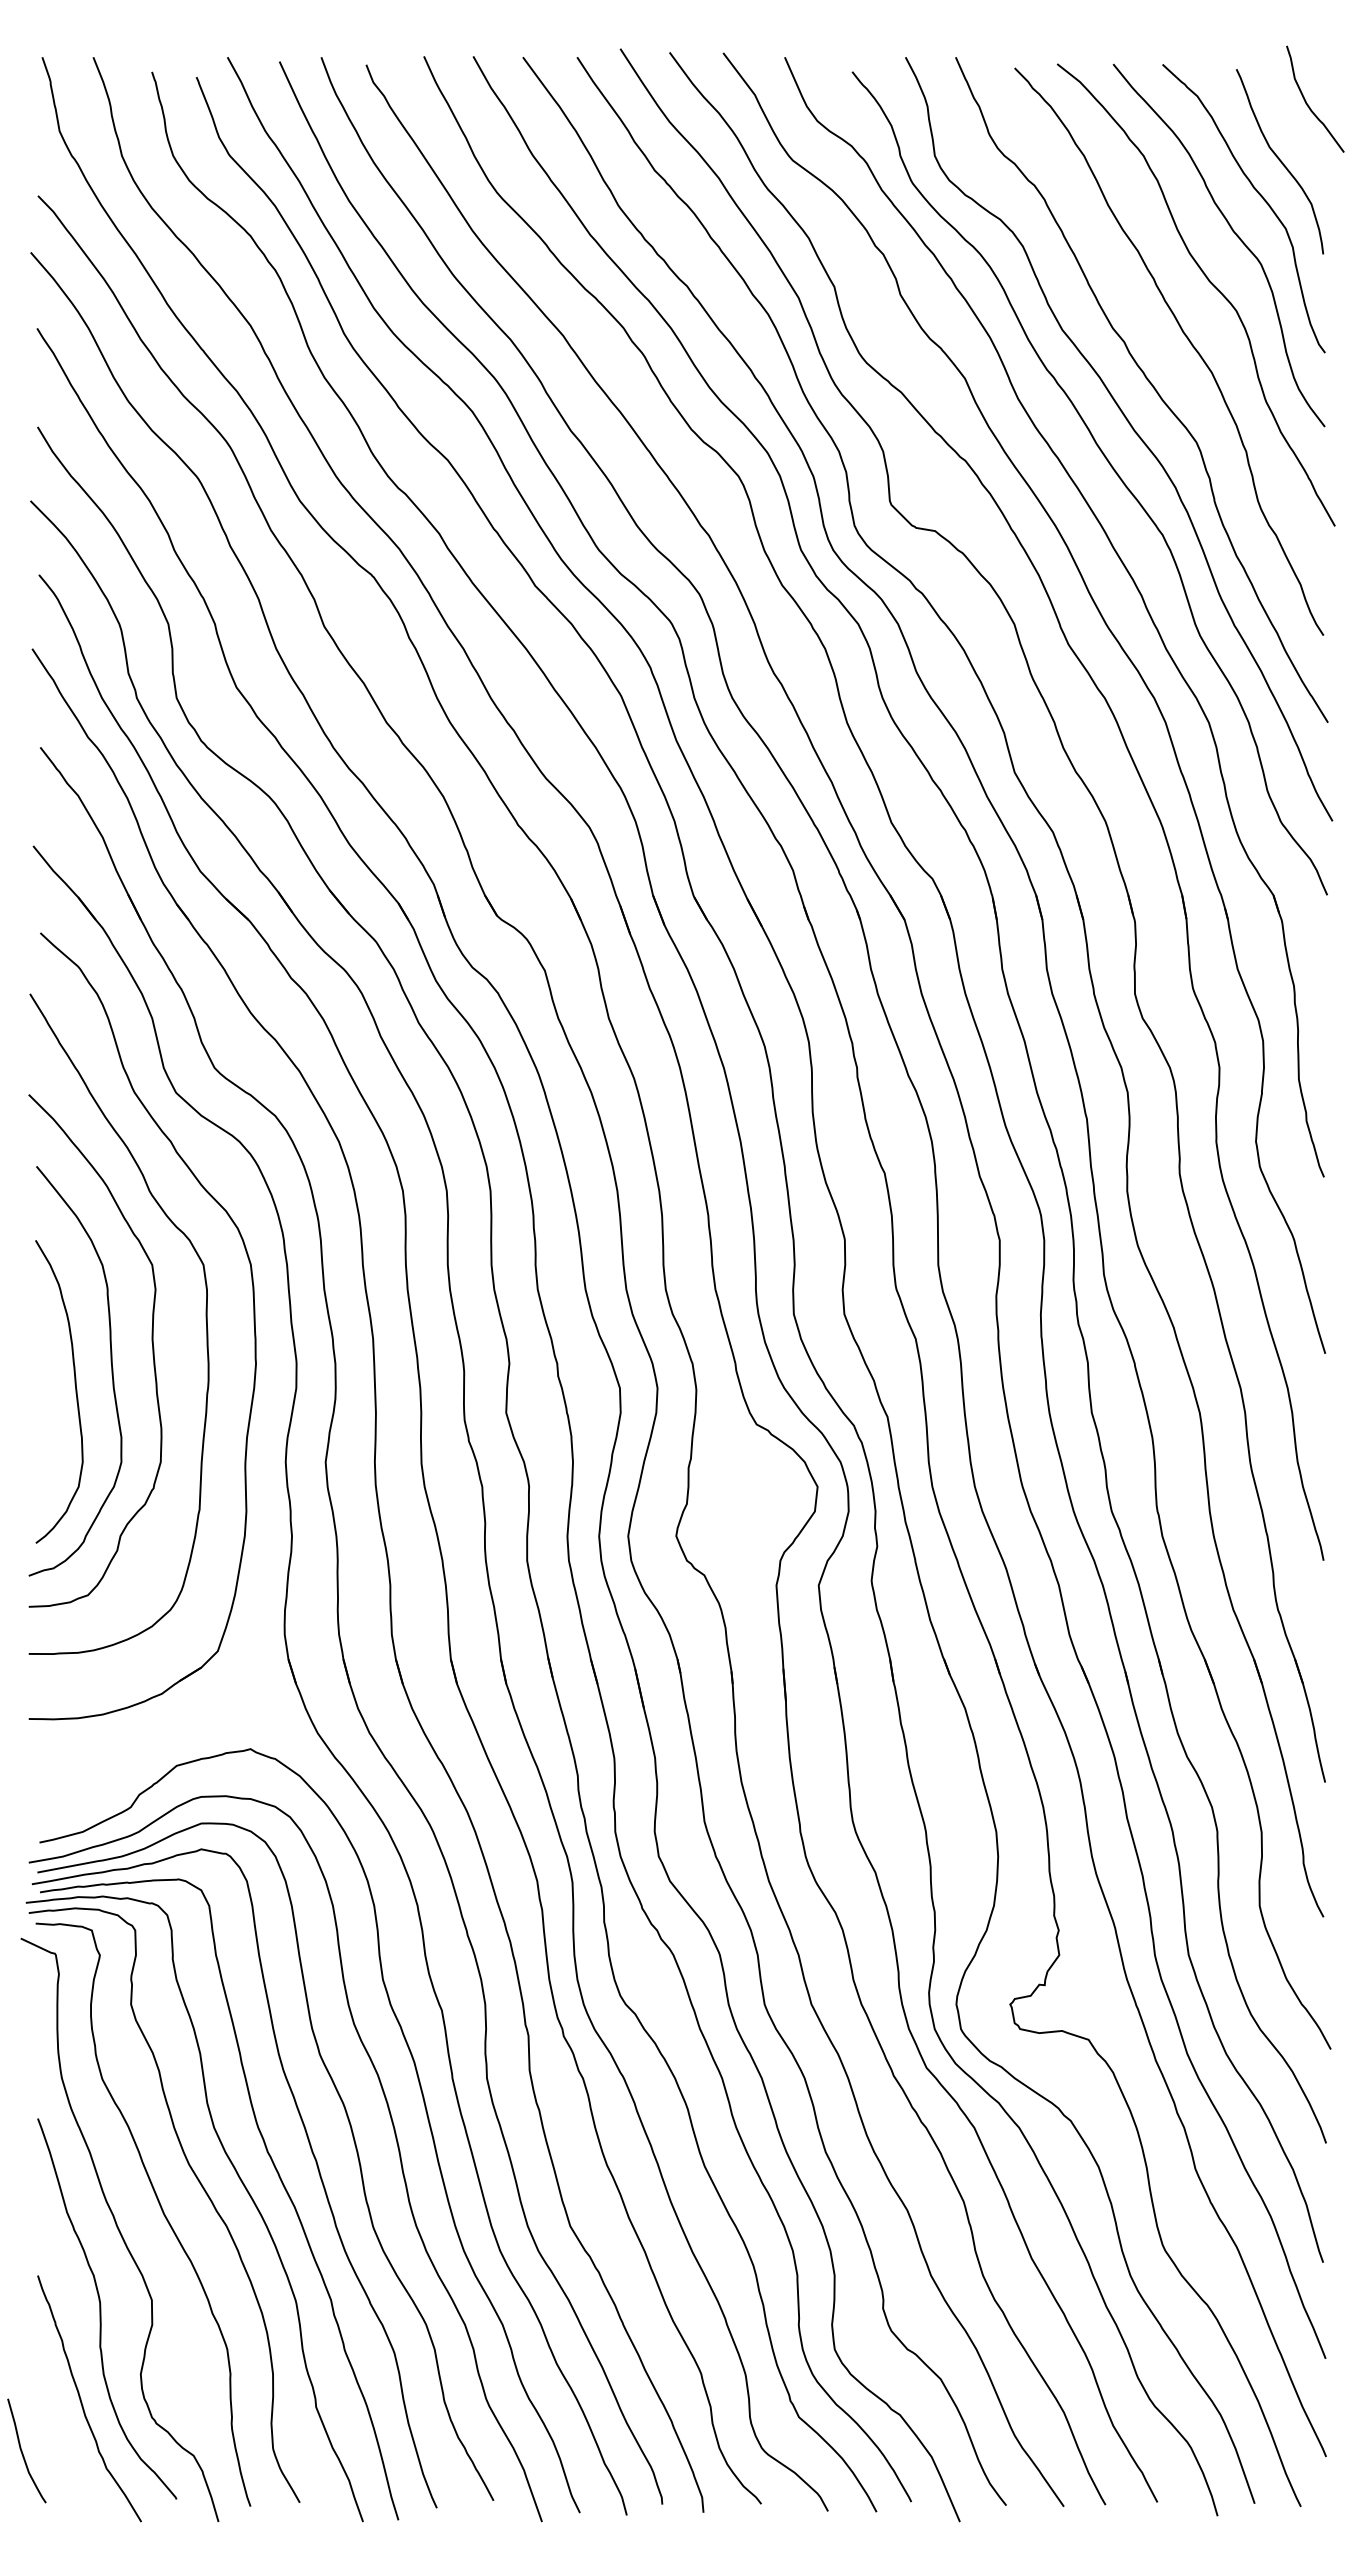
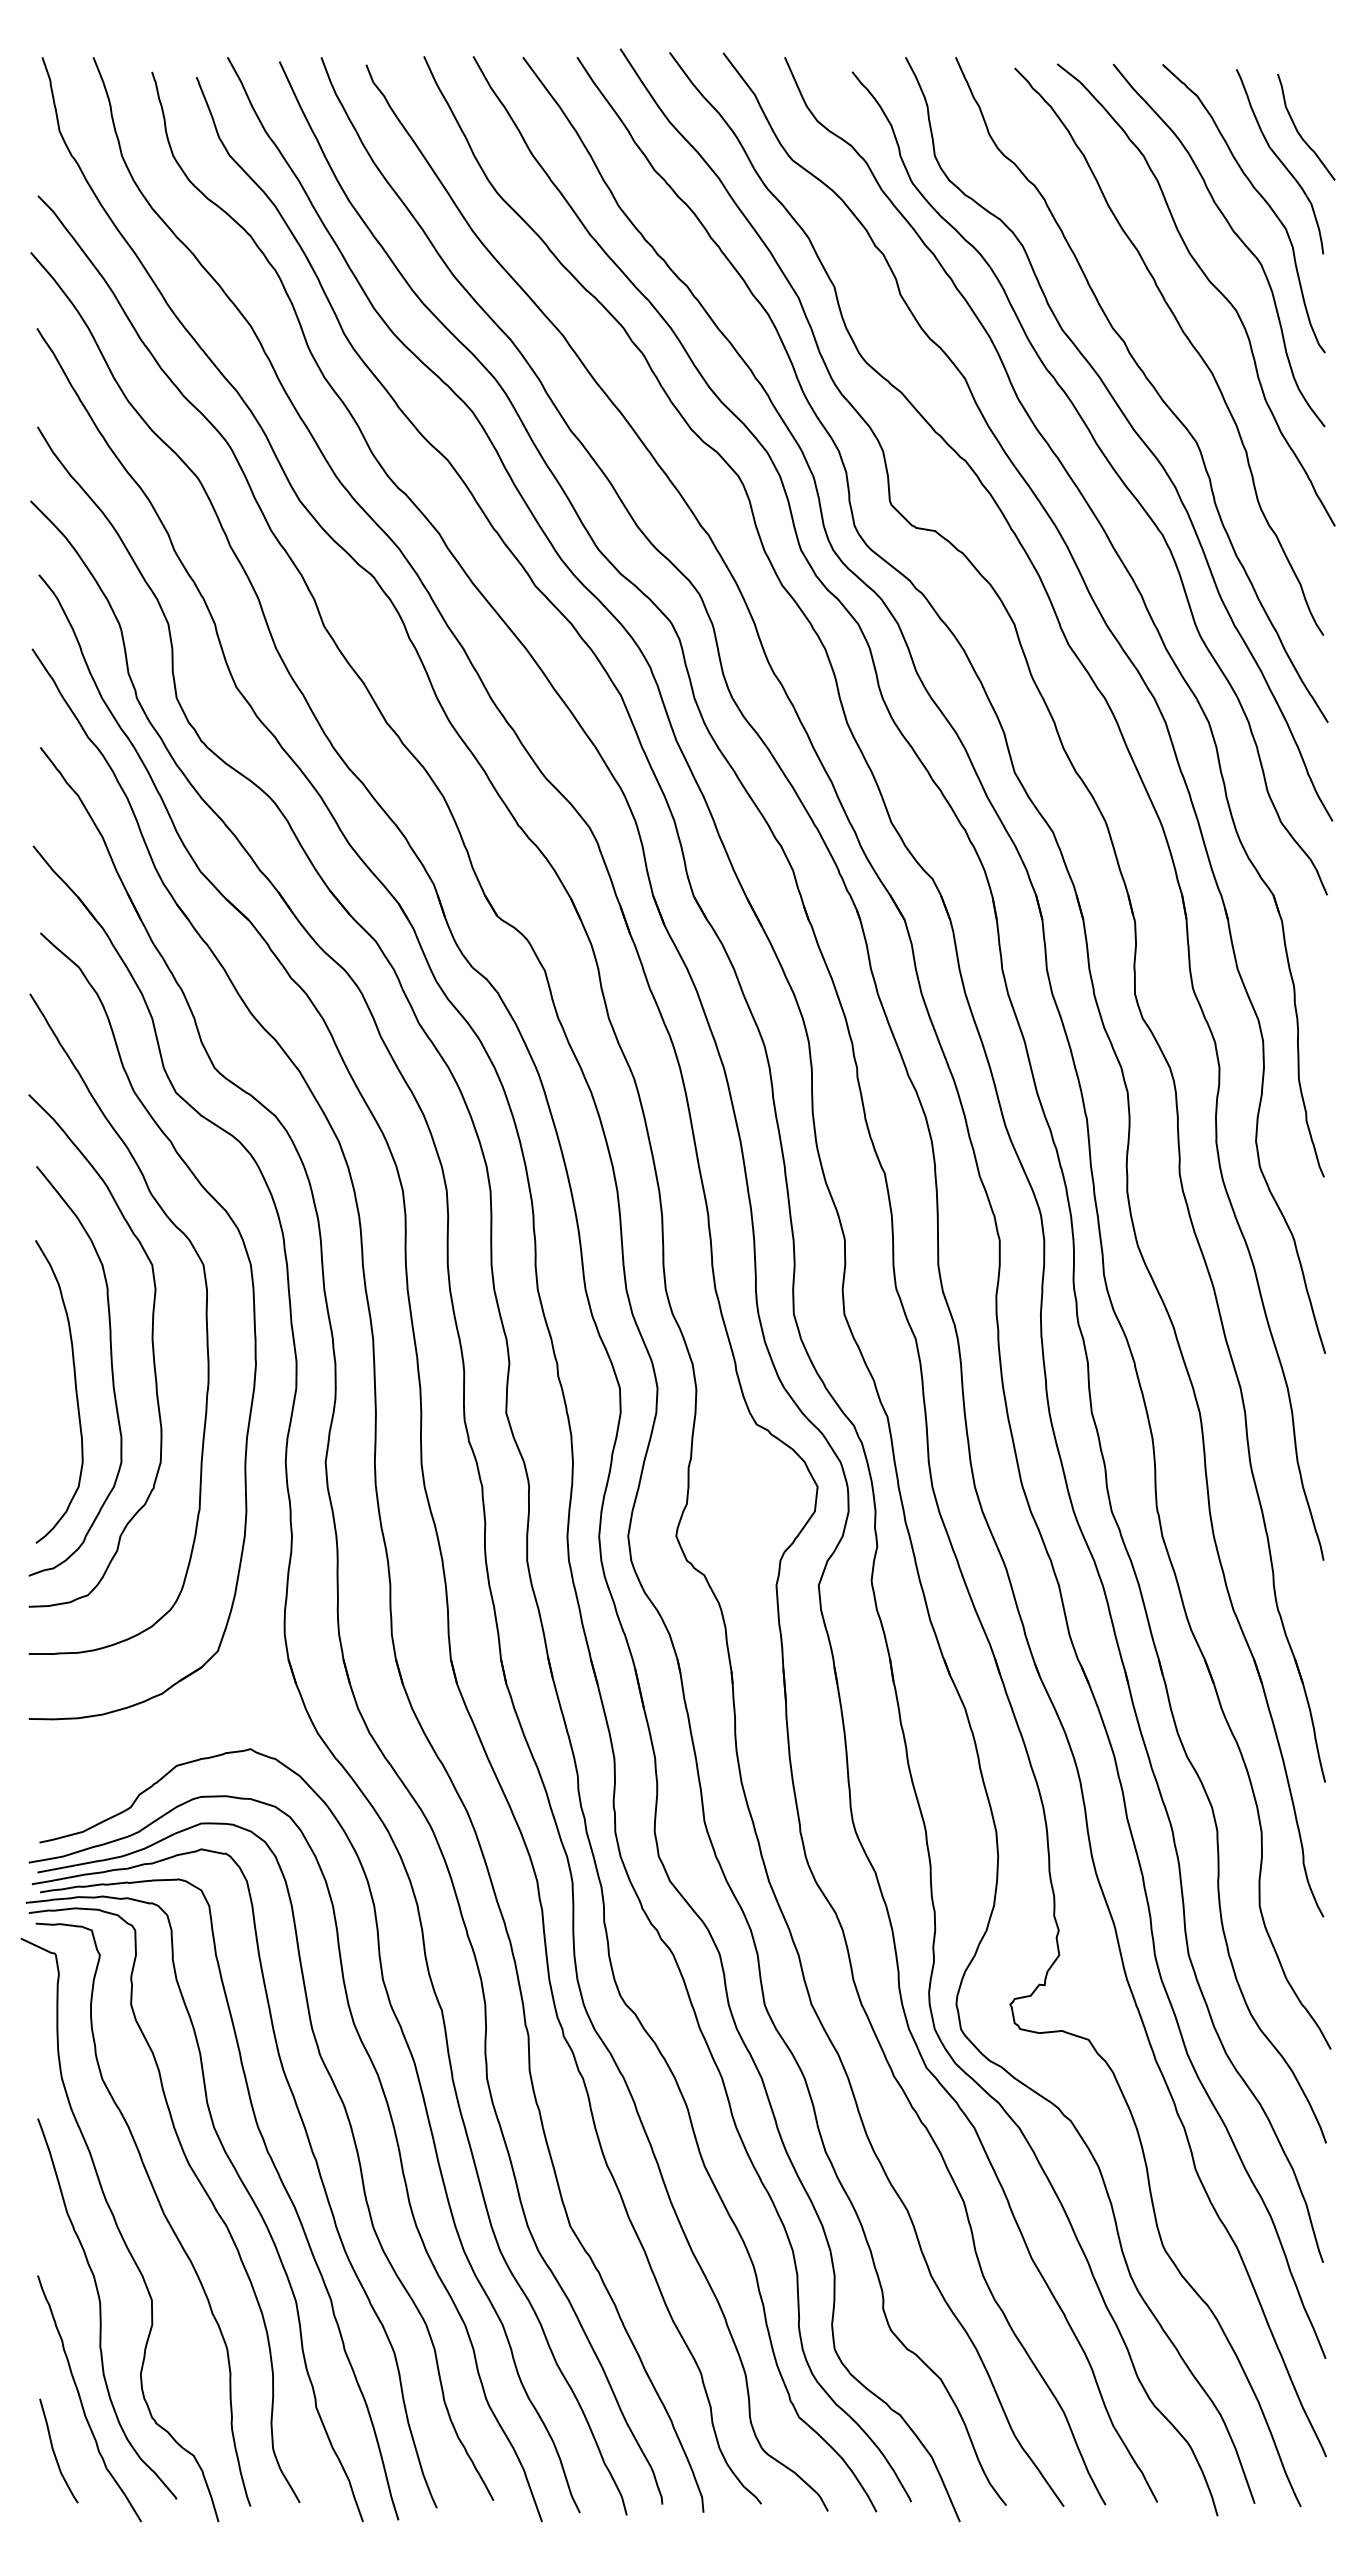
curve at (1308, 104) position: (1308, 104) -> (1299, 132)
curve at (22, 2450) position: (22, 2450) -> (54, 2450)
